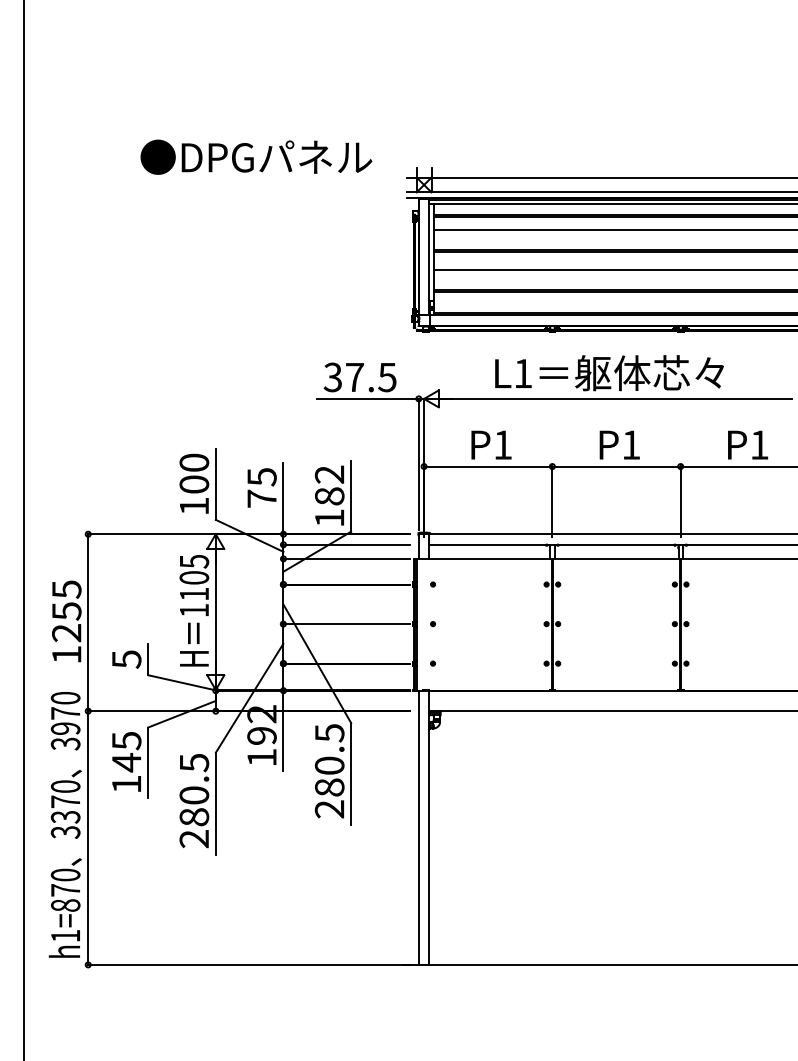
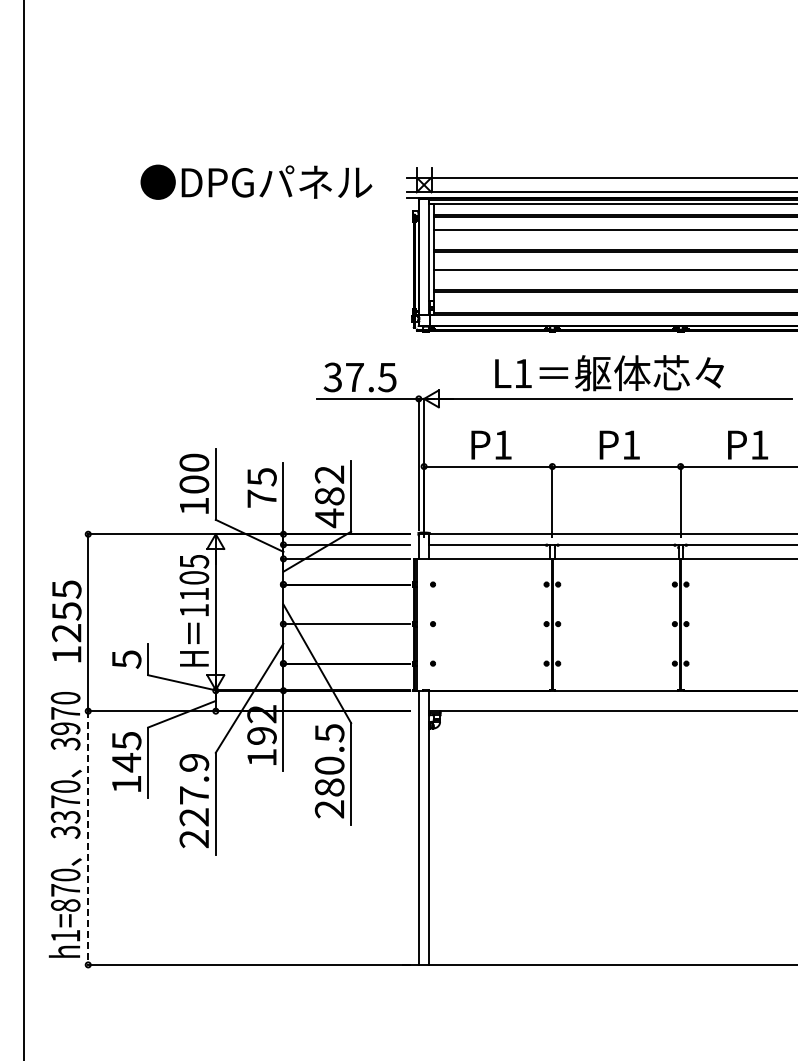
text at (256, 156) position: (256, 156) -> (256, 181)
text at (329, 518): 182 -> 482
text at (194, 790): 280.5 -> 227.9
line at (88, 838): solid -> dashed
